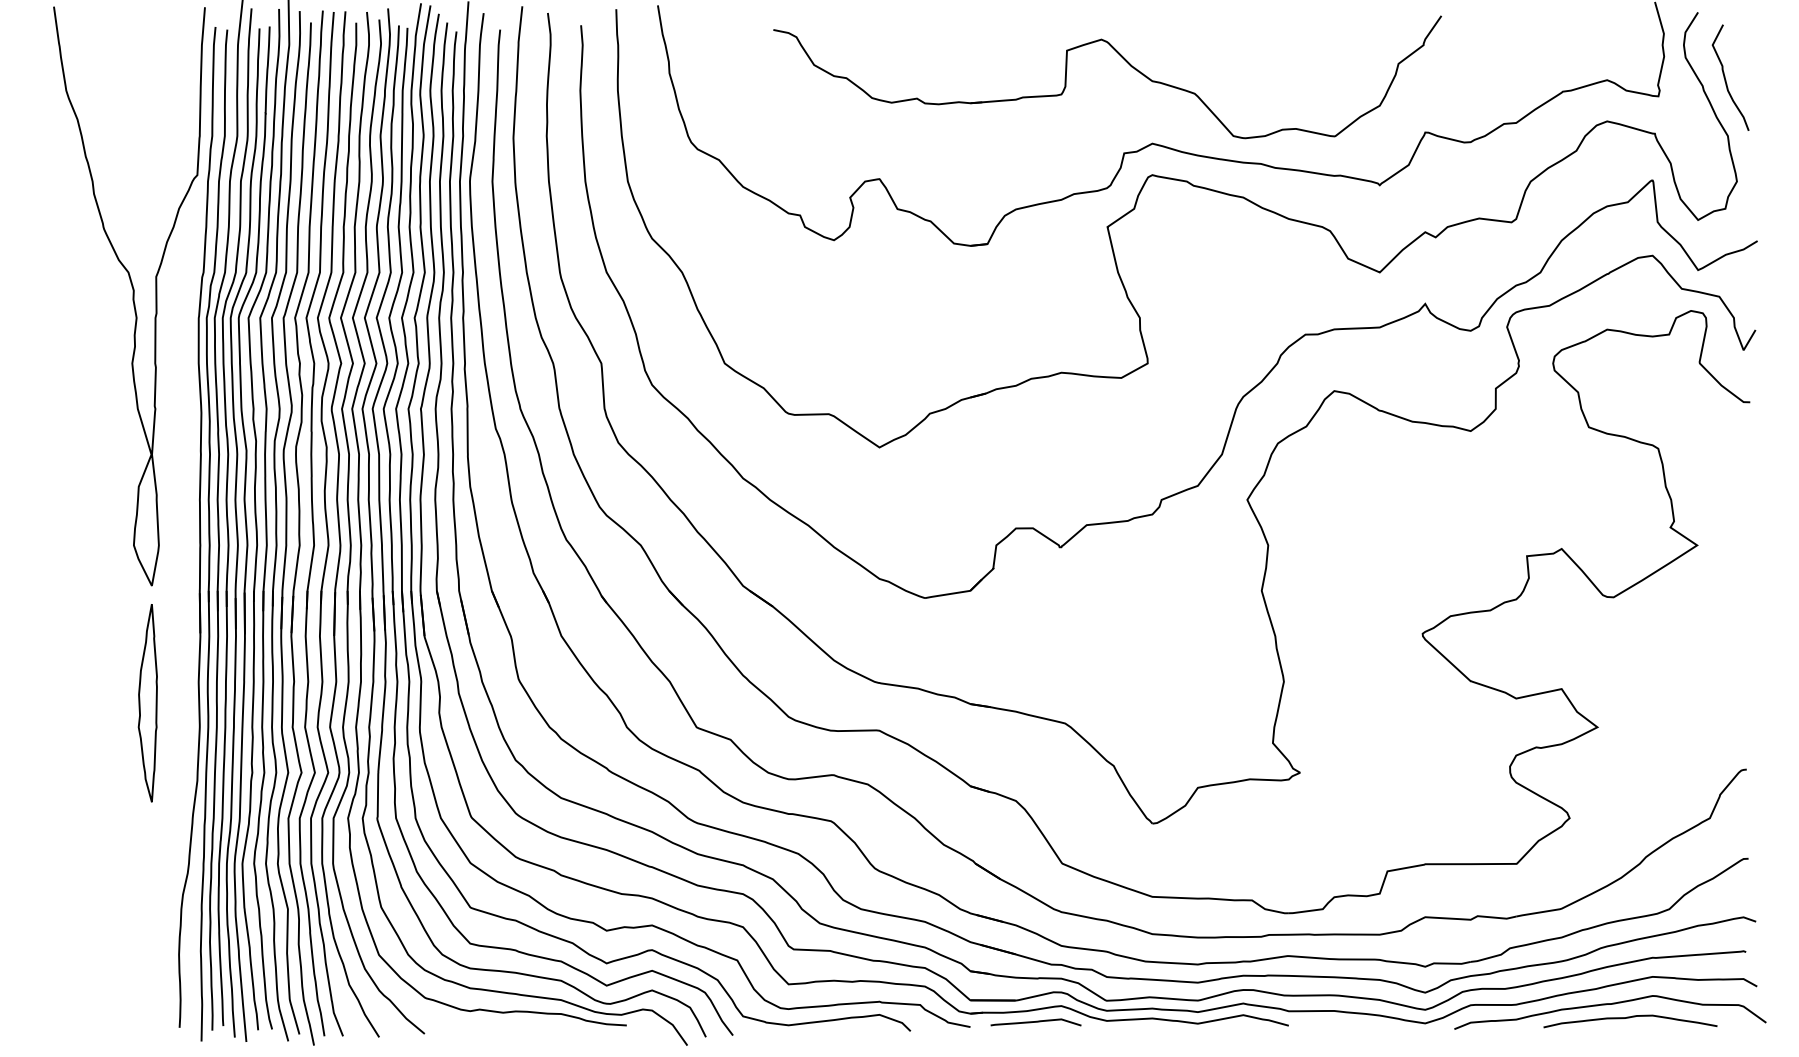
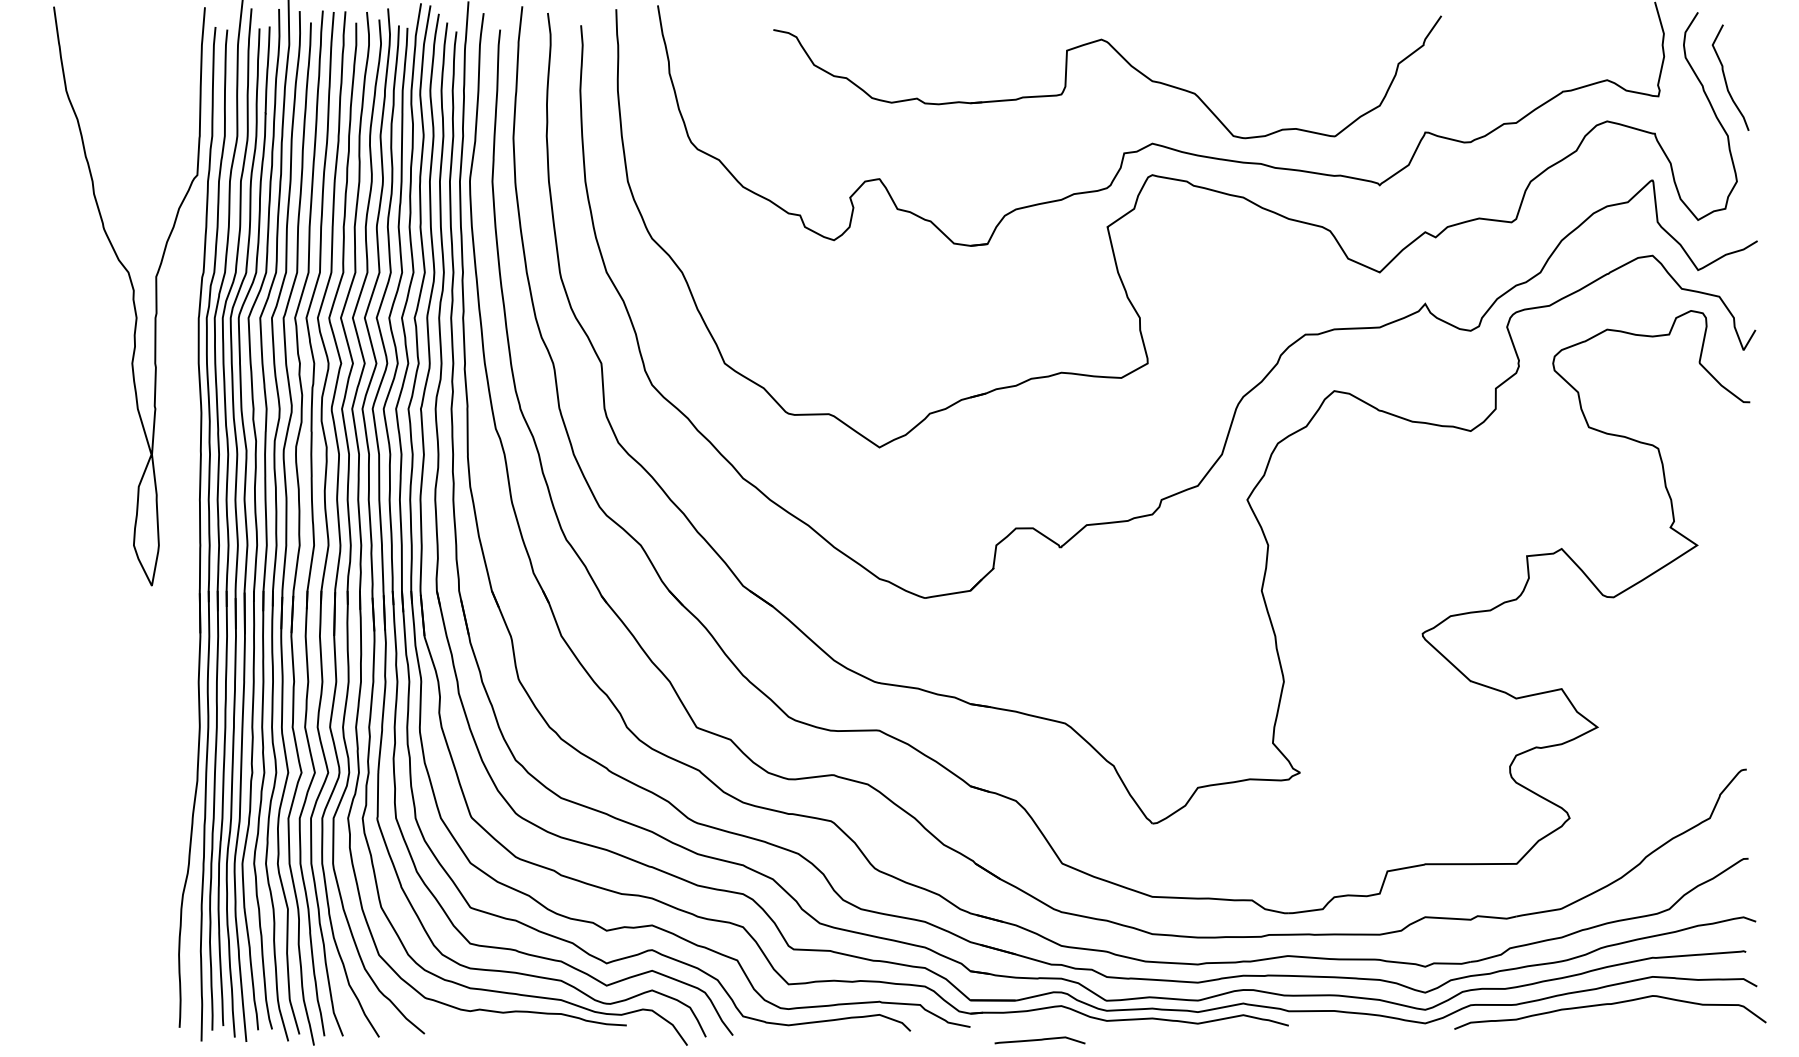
part at (147, 703): present -> none
curve at (1629, 1018): present -> none
curve at (1035, 1022) position: (1035, 1022) -> (1039, 1040)
